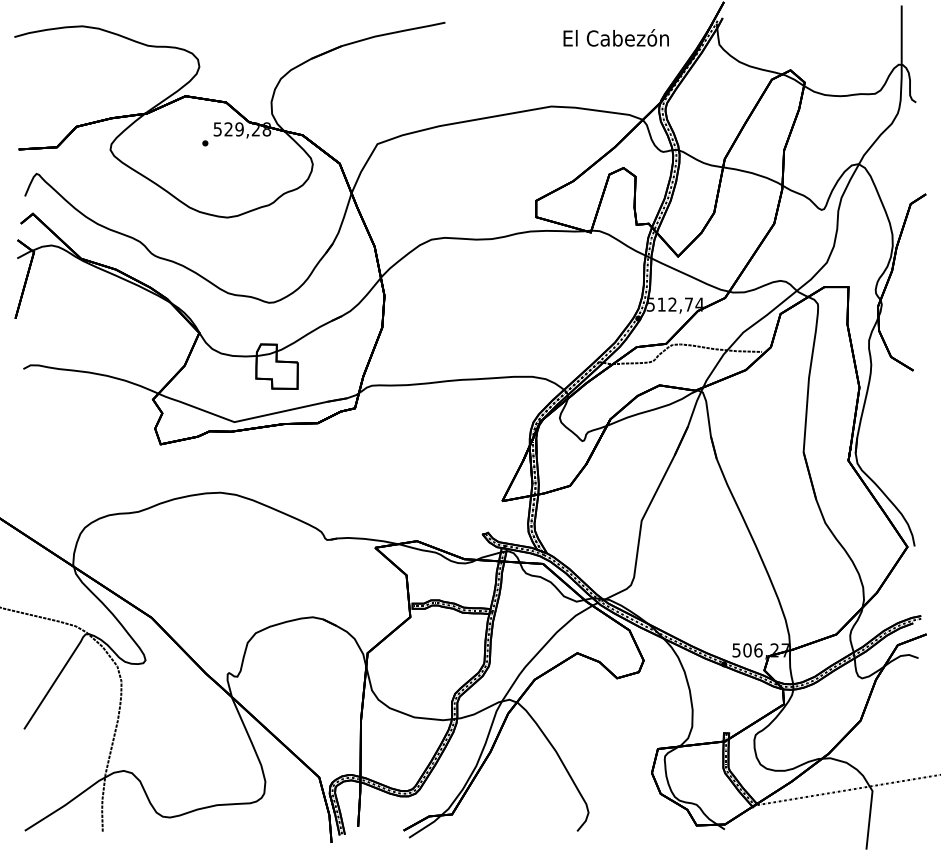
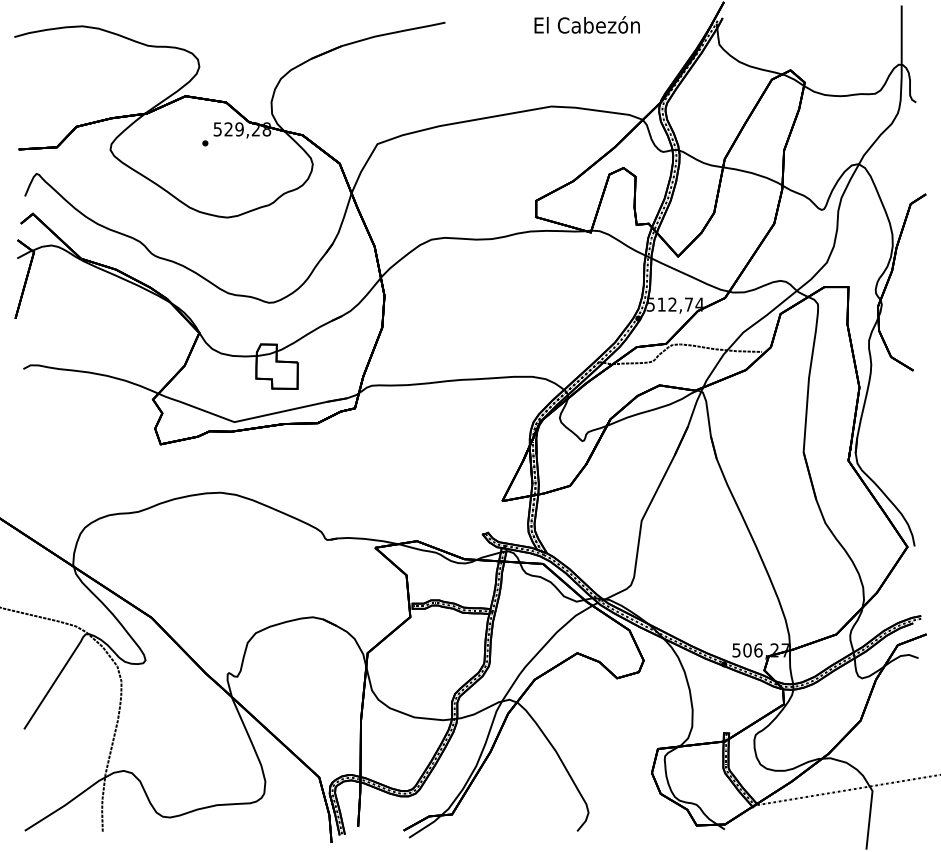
text at (615, 37) position: (615, 37) -> (586, 24)
